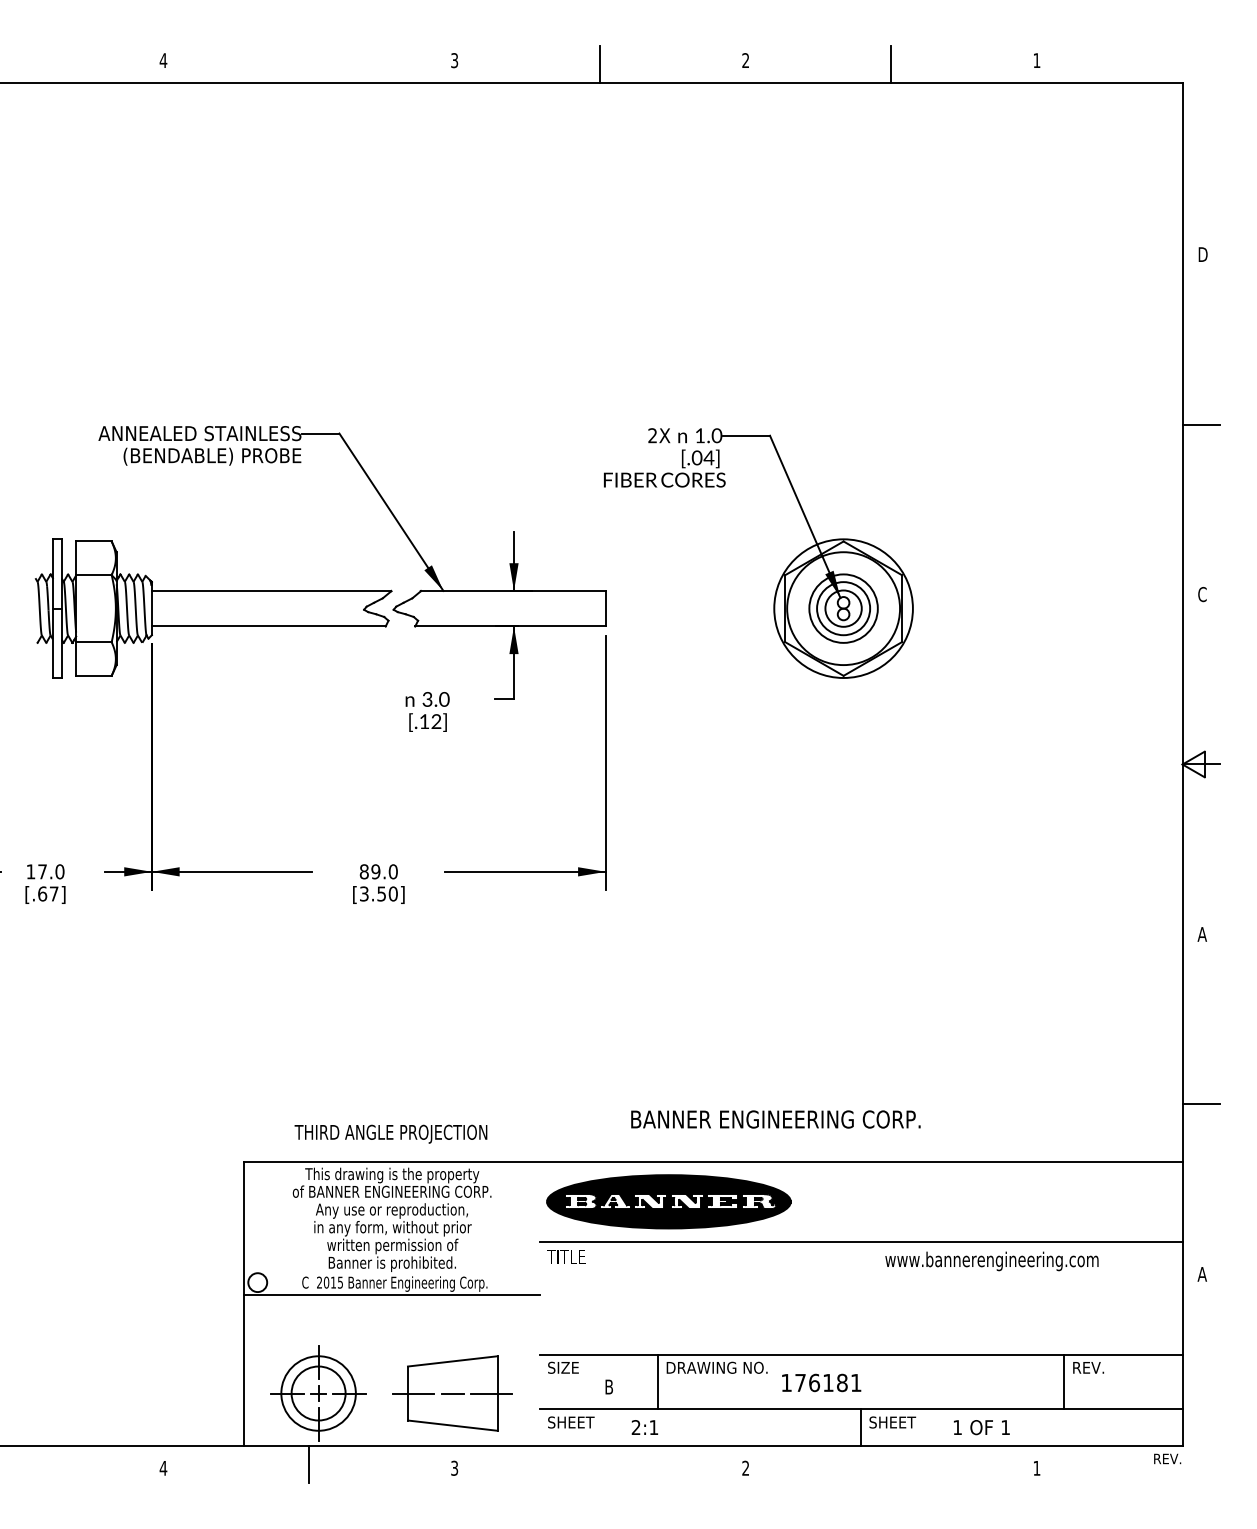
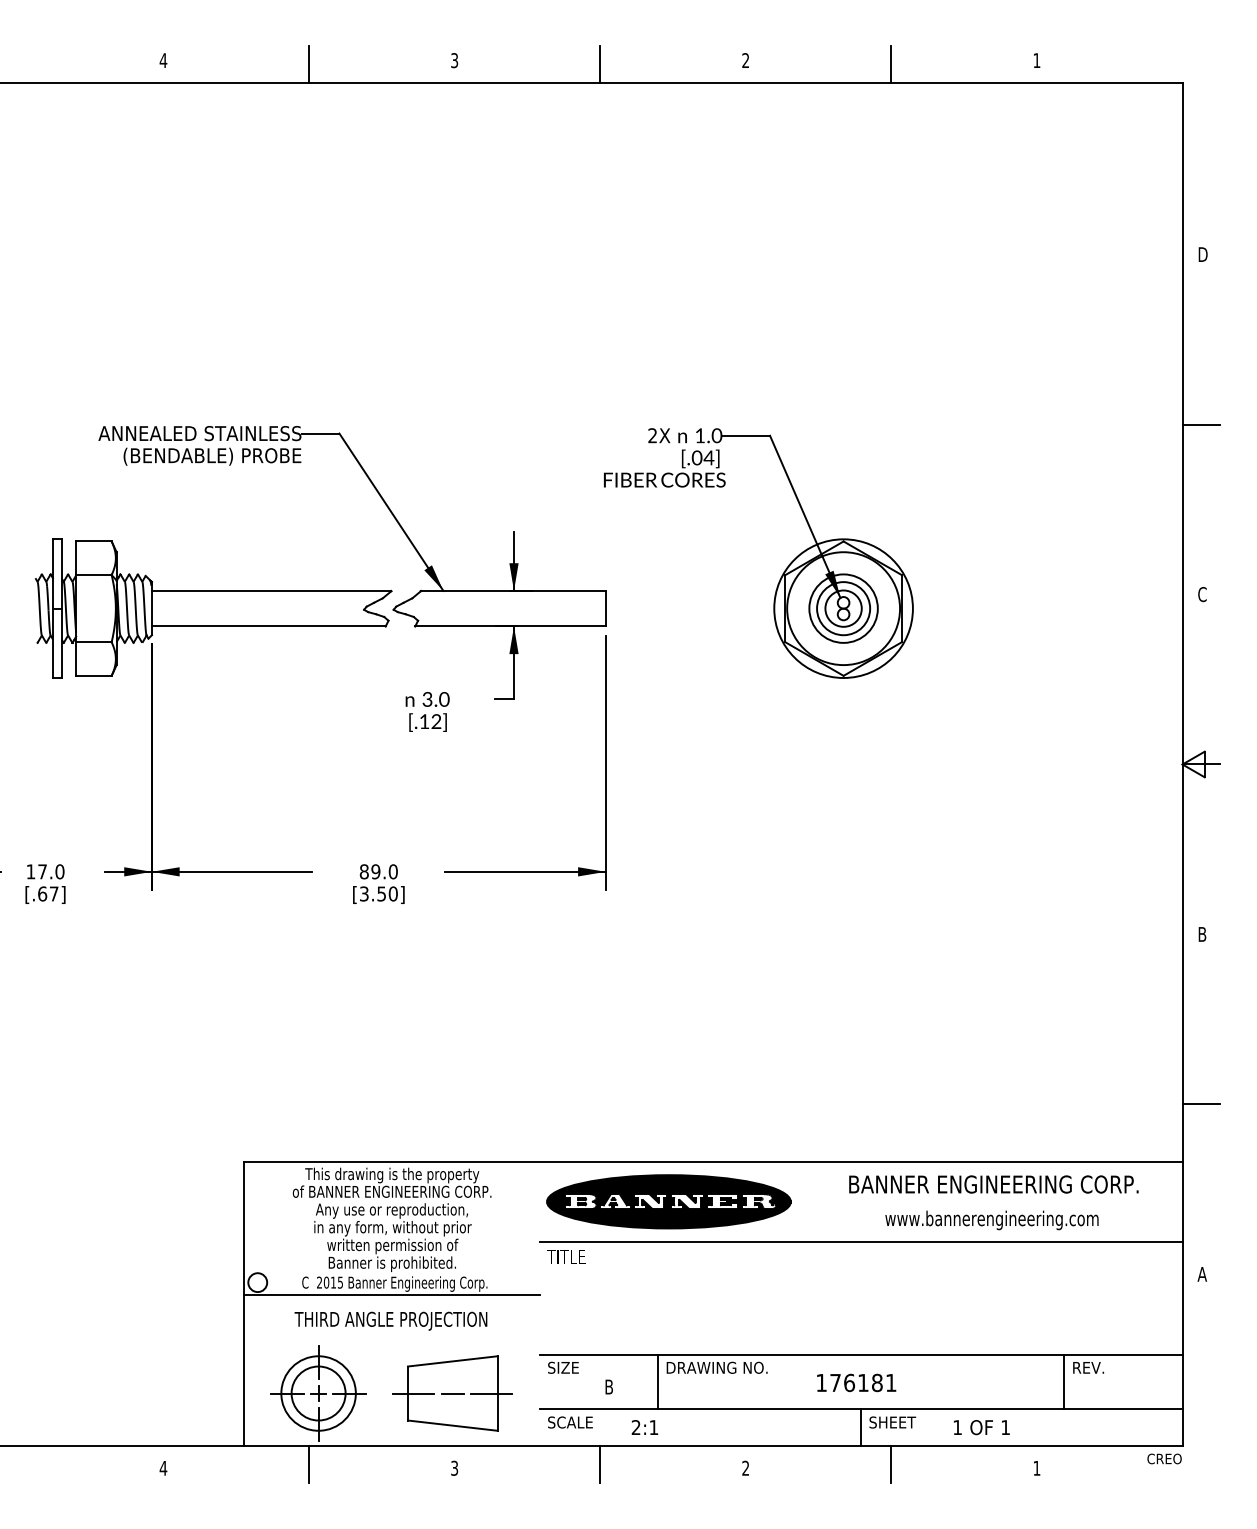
line at (309, 63): none -> present
text at (1201, 934): A -> B
text at (775, 1119) position: (775, 1119) -> (993, 1184)
text at (390, 1133) position: (390, 1133) -> (390, 1320)
text at (991, 1261) position: (991, 1261) -> (991, 1220)
text at (821, 1382) position: (821, 1382) -> (856, 1382)
text at (575, 1422): SHEET -> SCALE
text at (1164, 1458): REV. -> CREO
line at (600, 1464): none -> present
line at (891, 1464): none -> present
